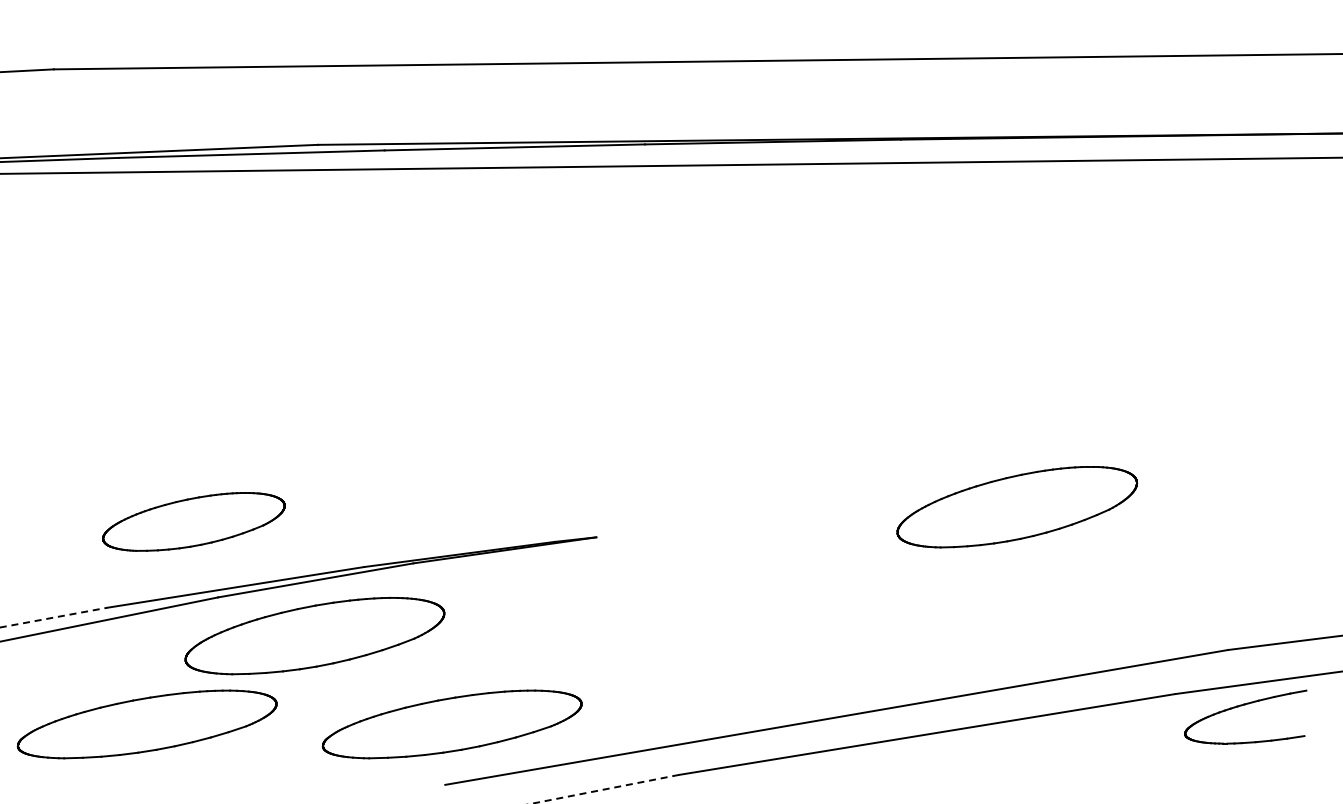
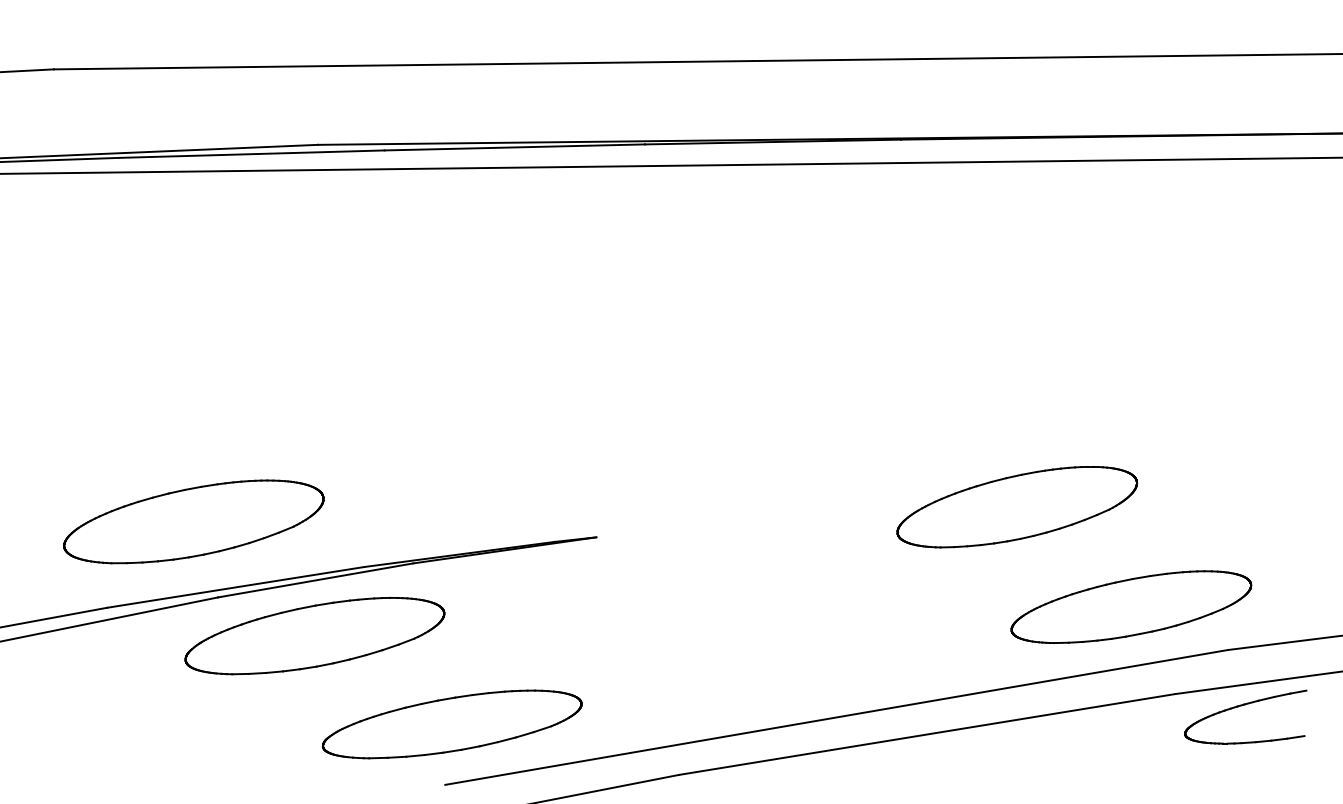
part at (193, 521) size: 184x60 px -> 262x86 px
part at (1131, 606): none -> present
line at (54, 617): dashed -> solid
part at (146, 724): present -> none
line at (604, 789): dashed -> solid
